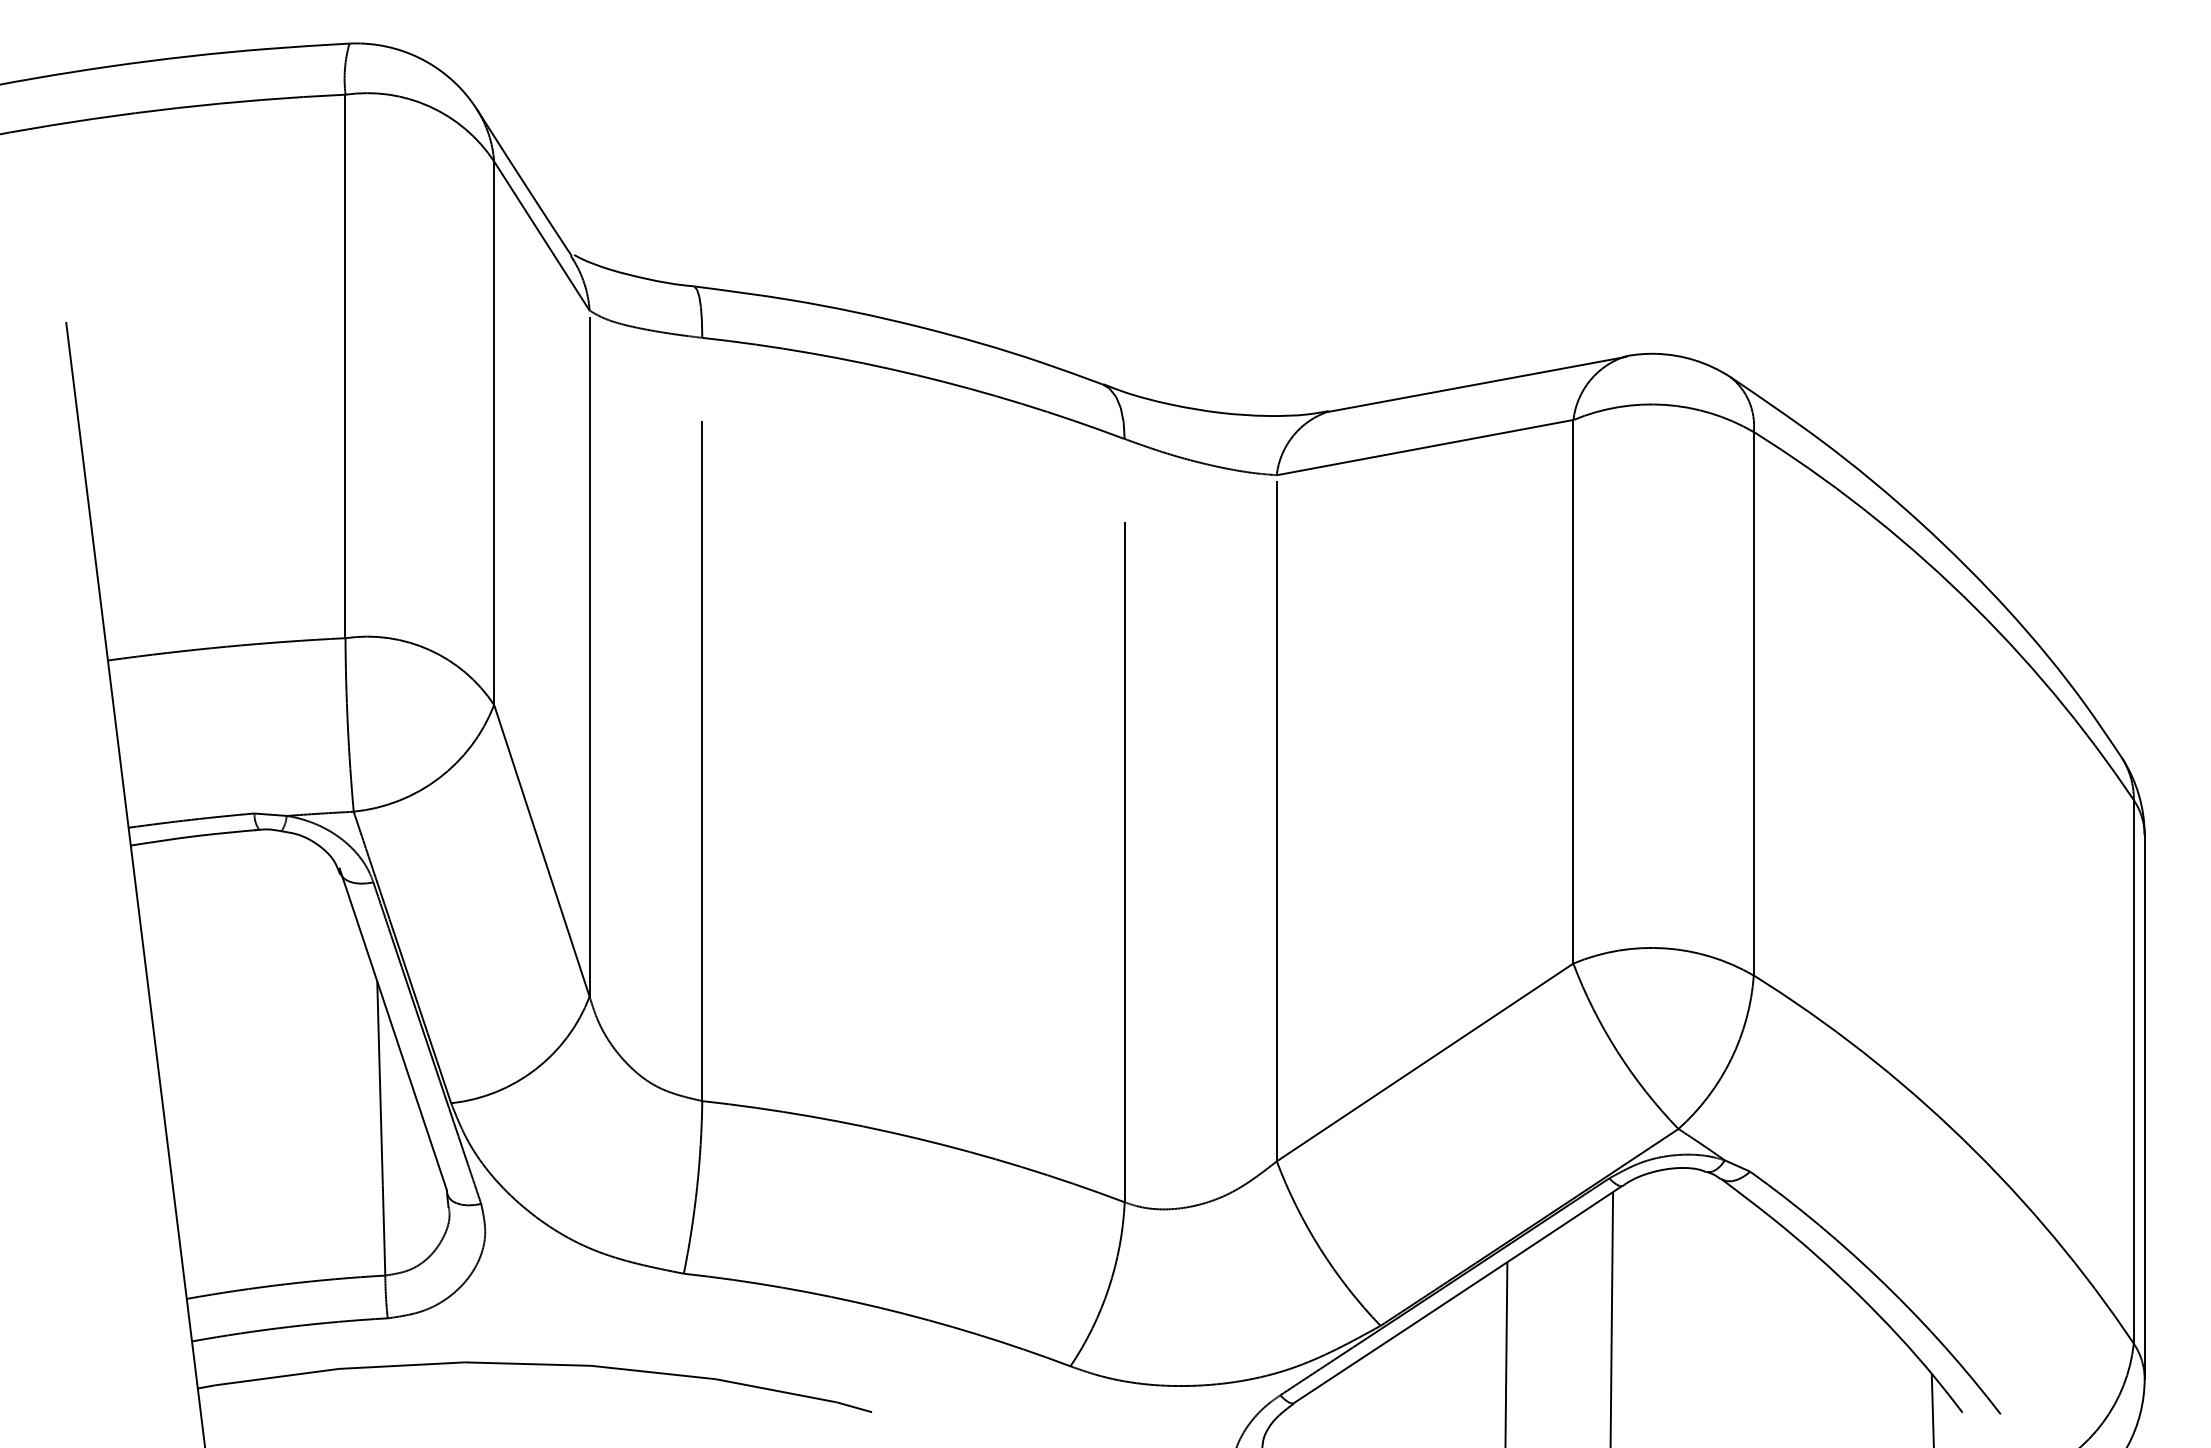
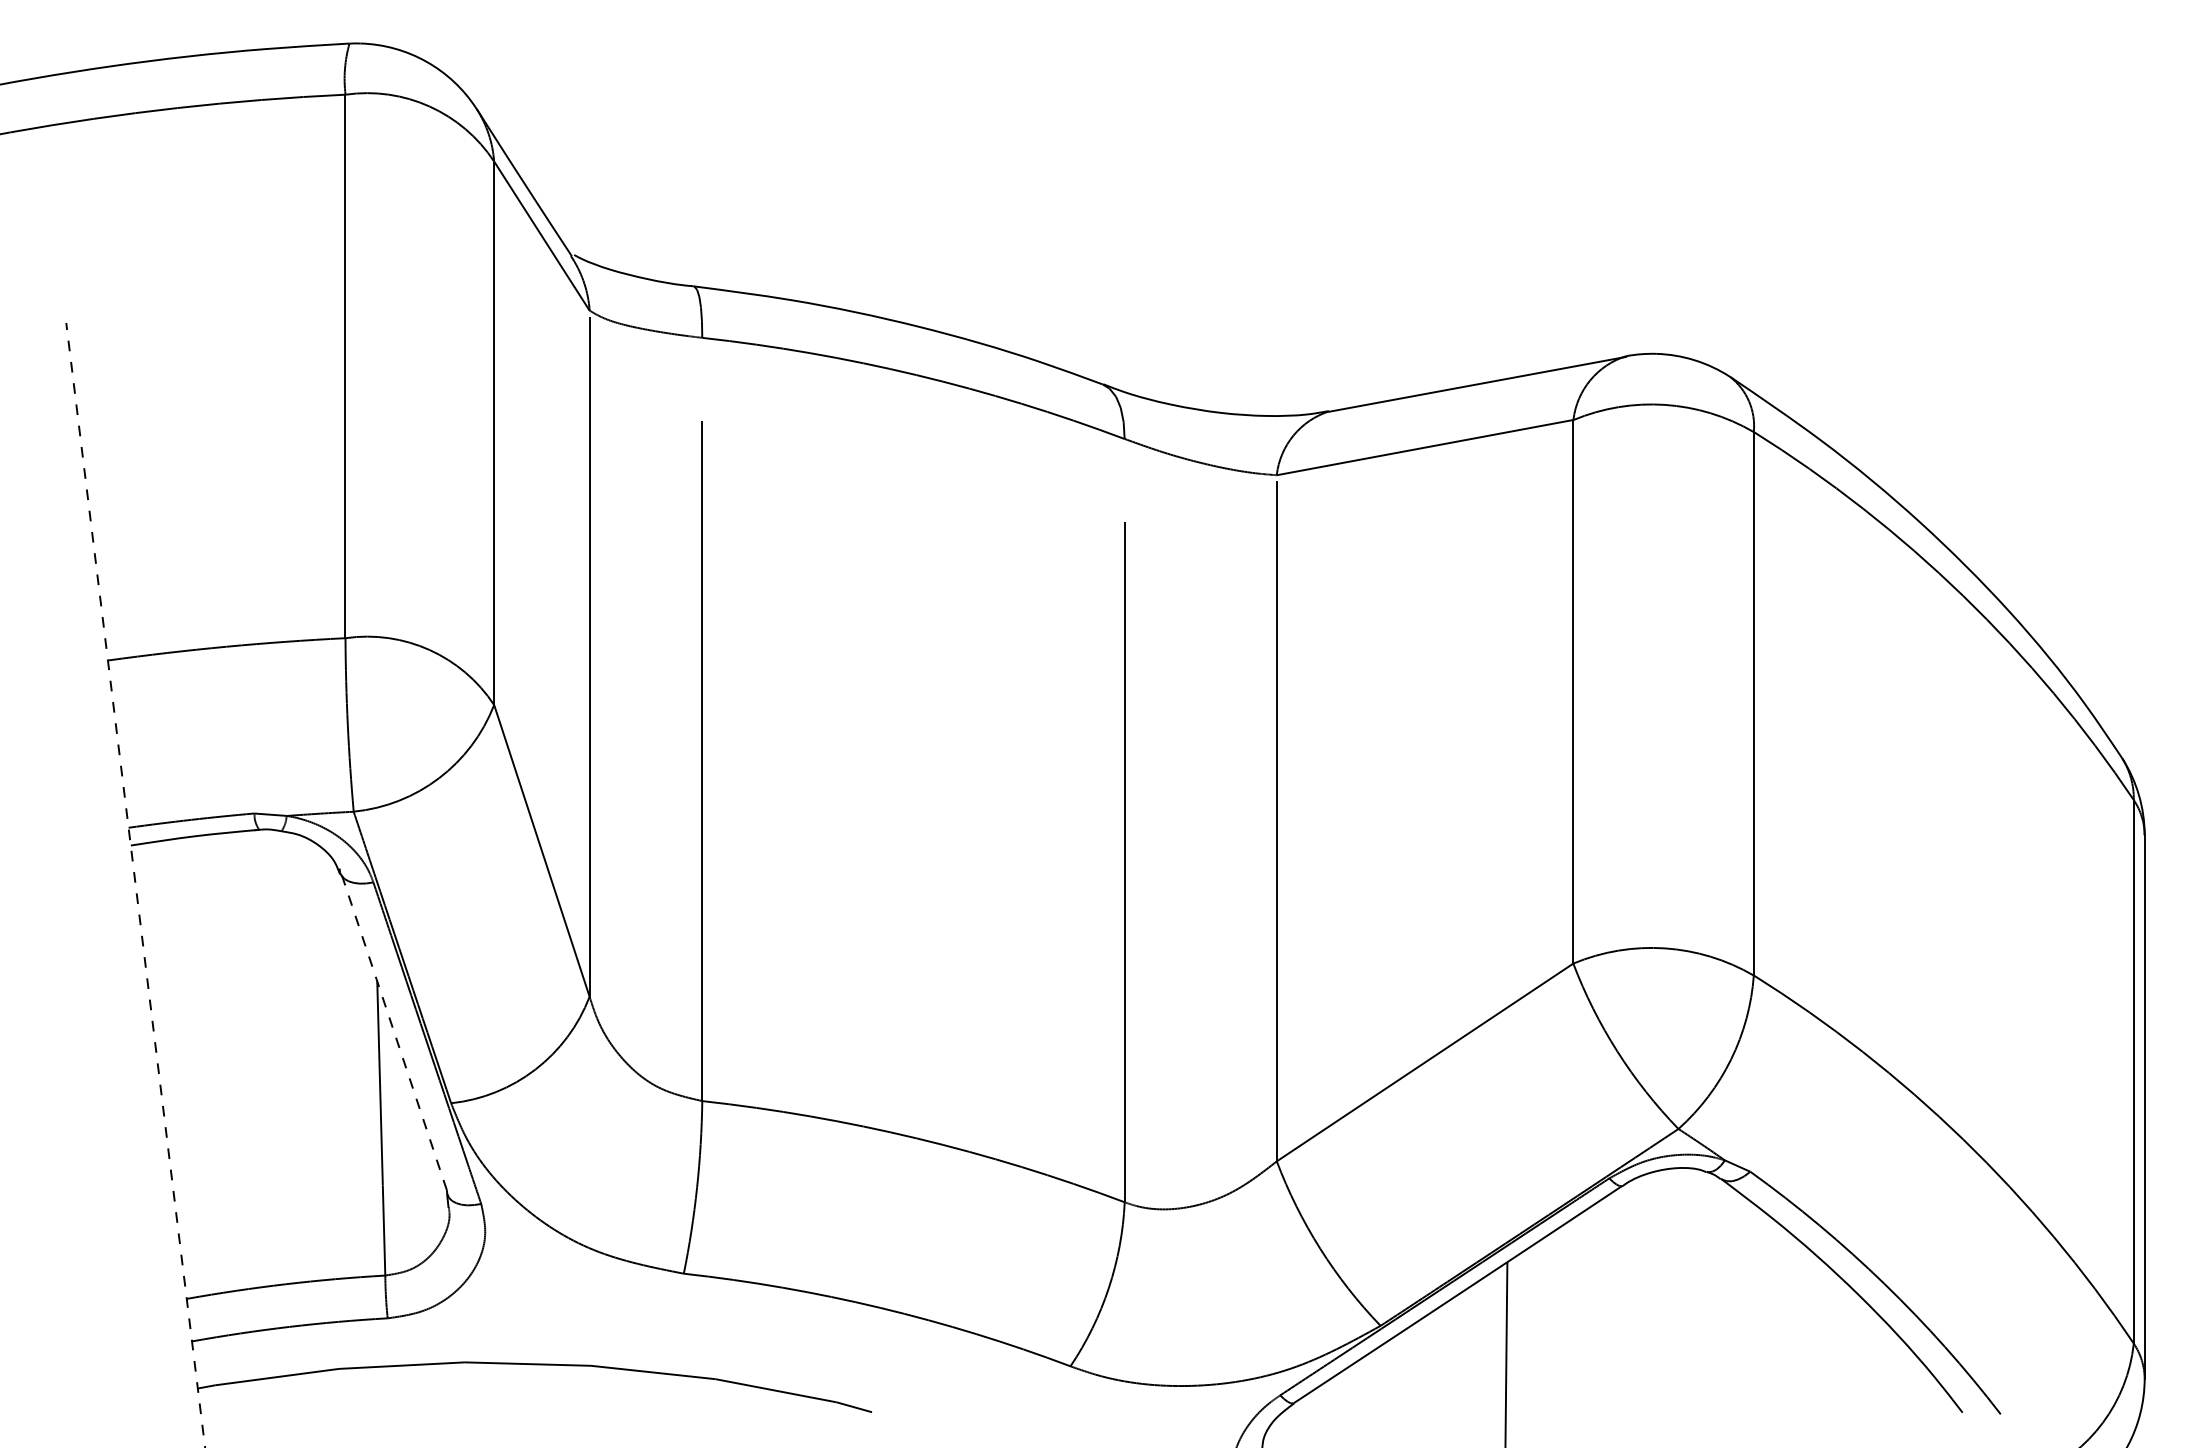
line at (135, 884): solid -> dashed
line at (393, 1028): solid -> dashed
line at (1611, 1318): present -> none
line at (1932, 1409): present -> none
